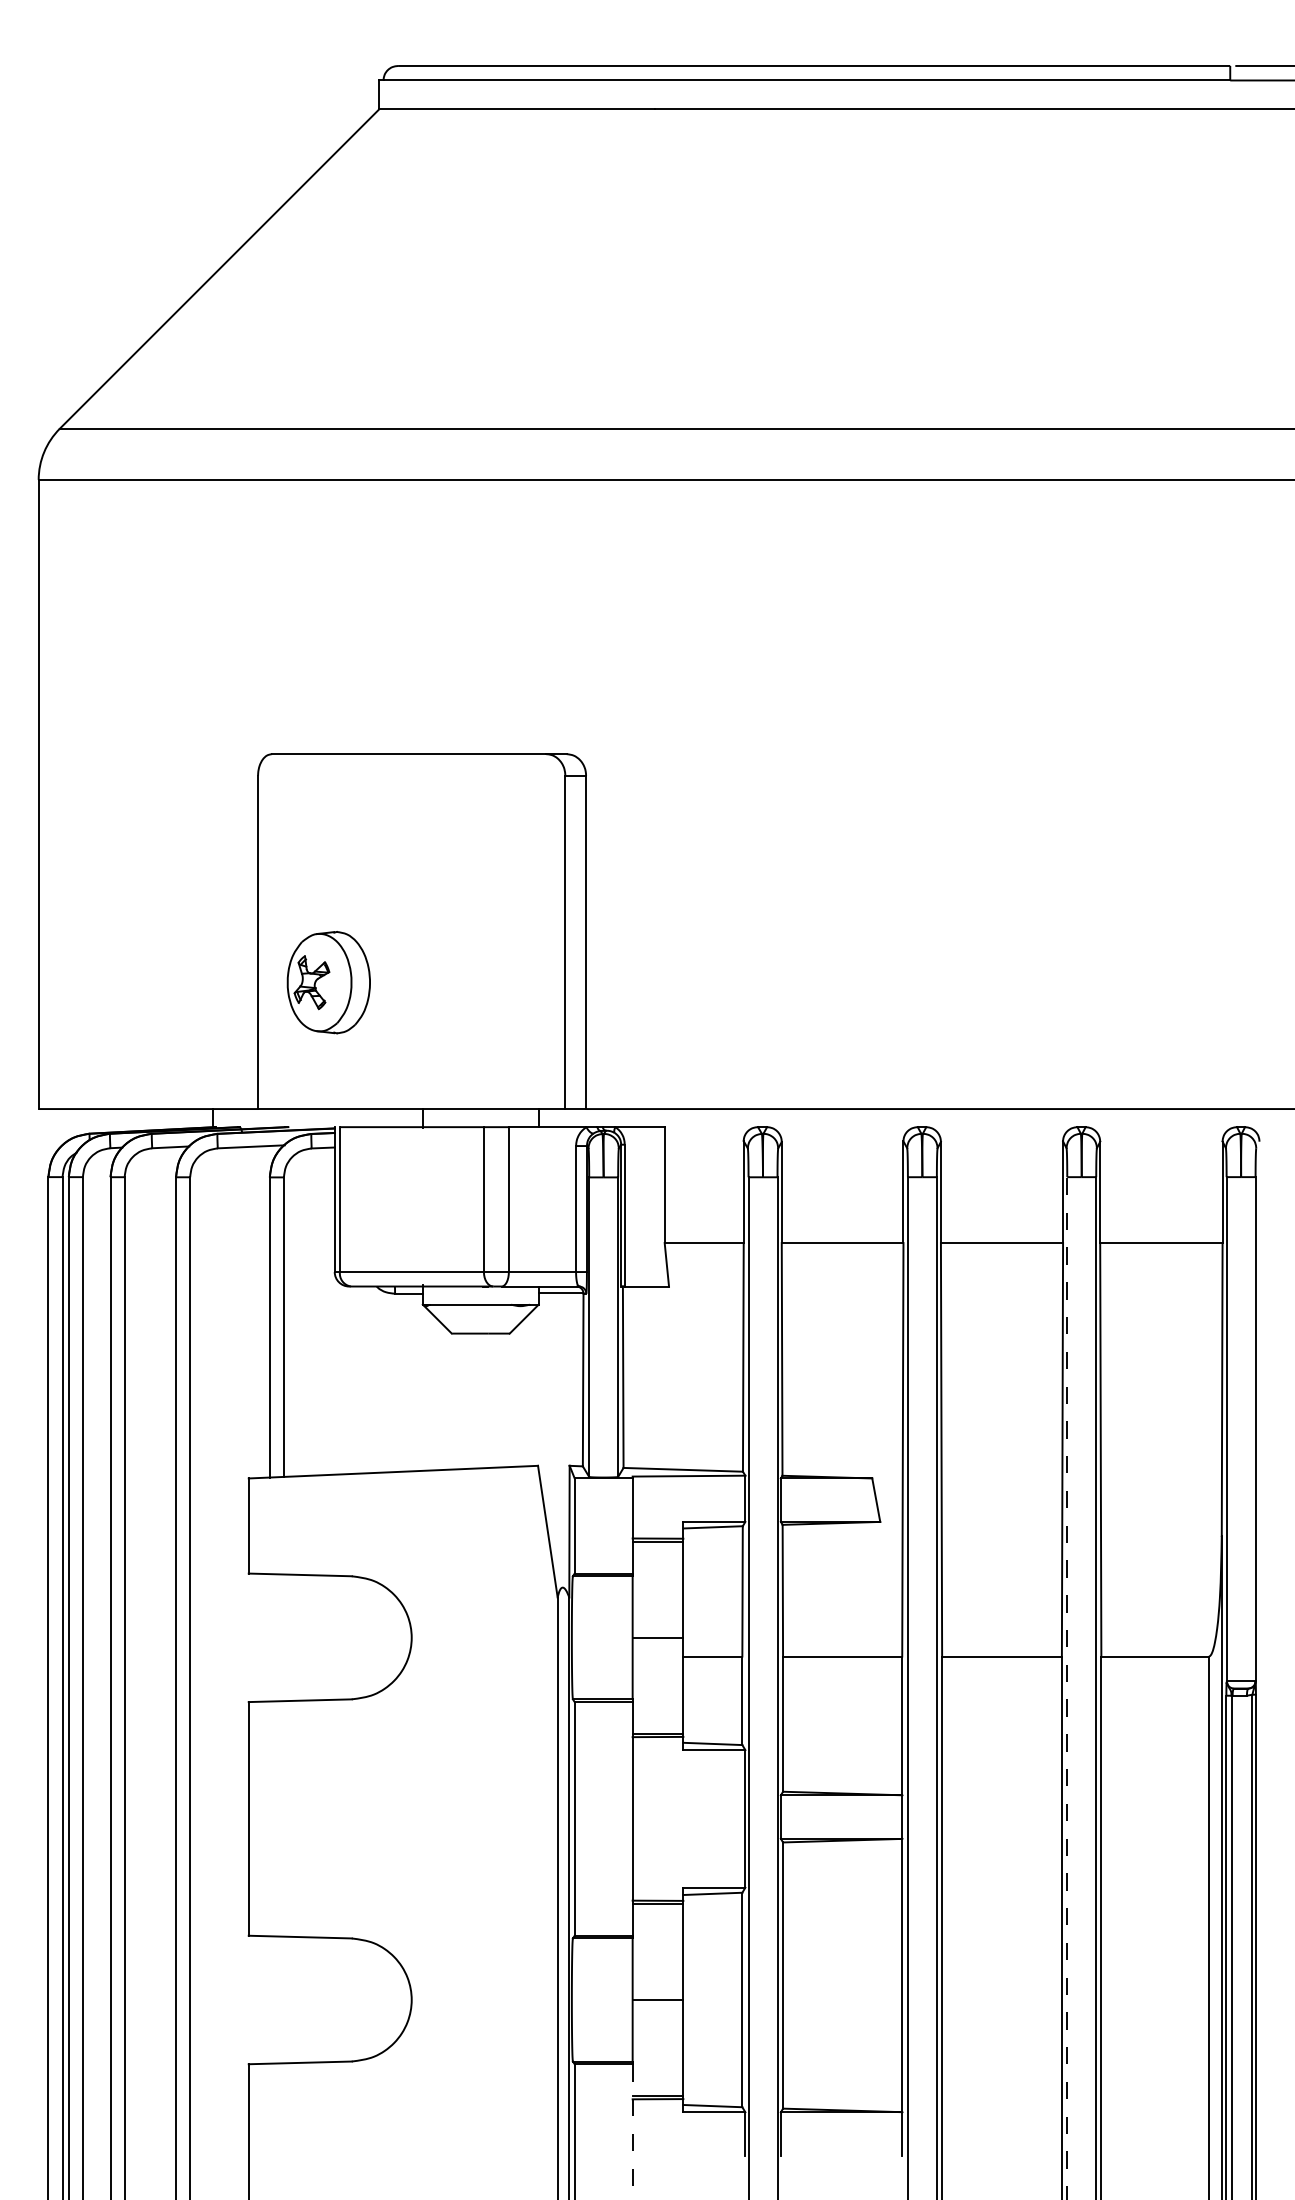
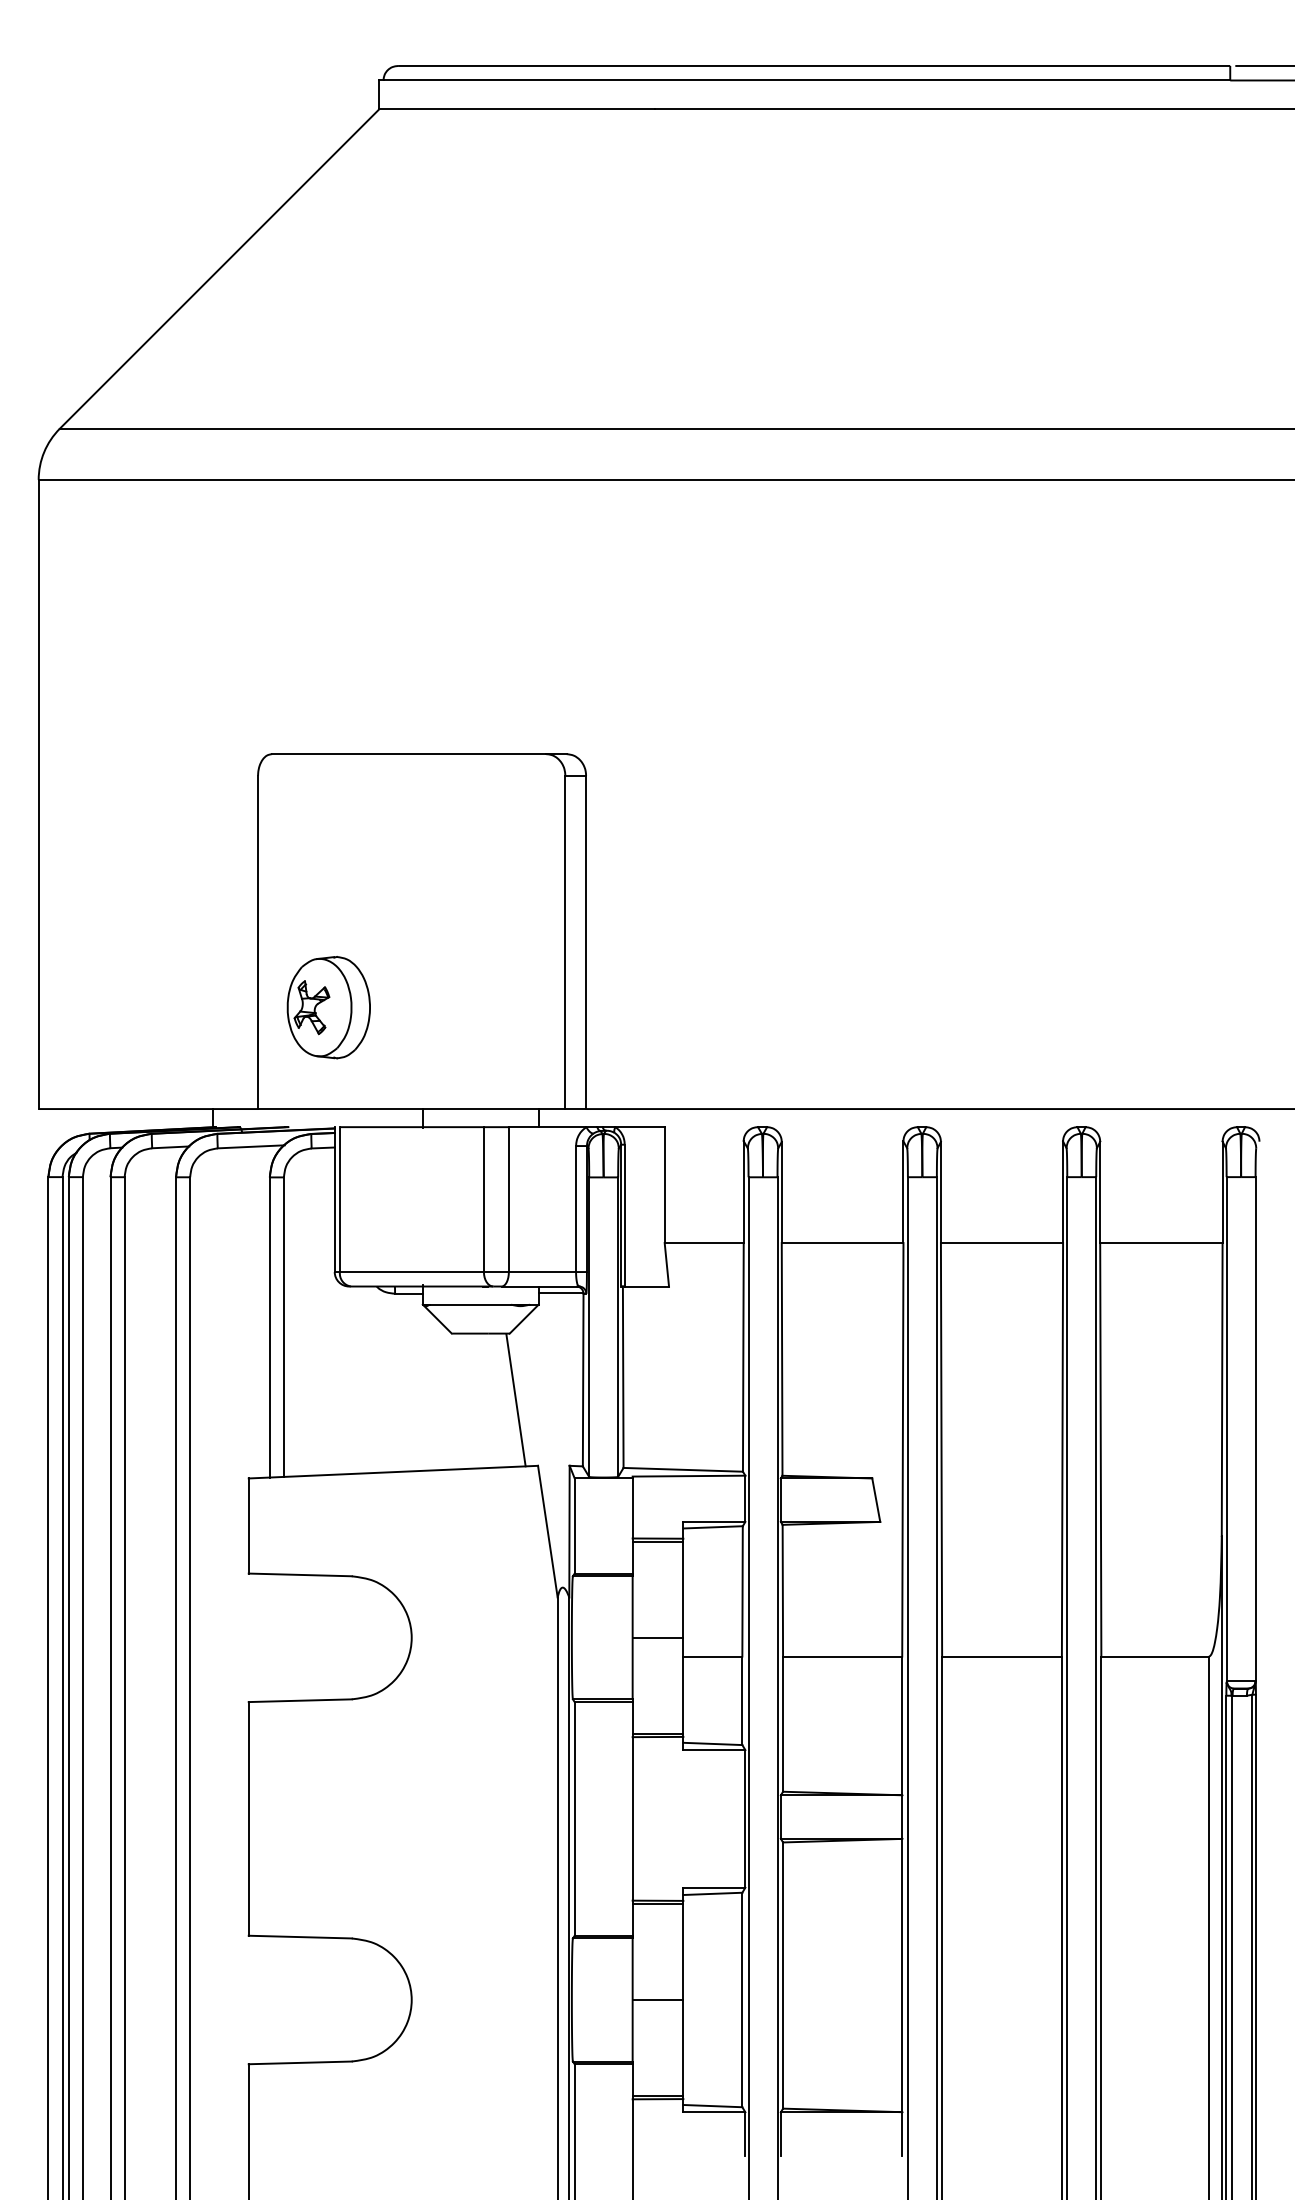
part at (328, 982) position: (328, 982) -> (328, 1007)
line at (515, 1400): none -> present
line at (1067, 1687): dashed -> solid
line at (632, 2132): dashed -> solid
